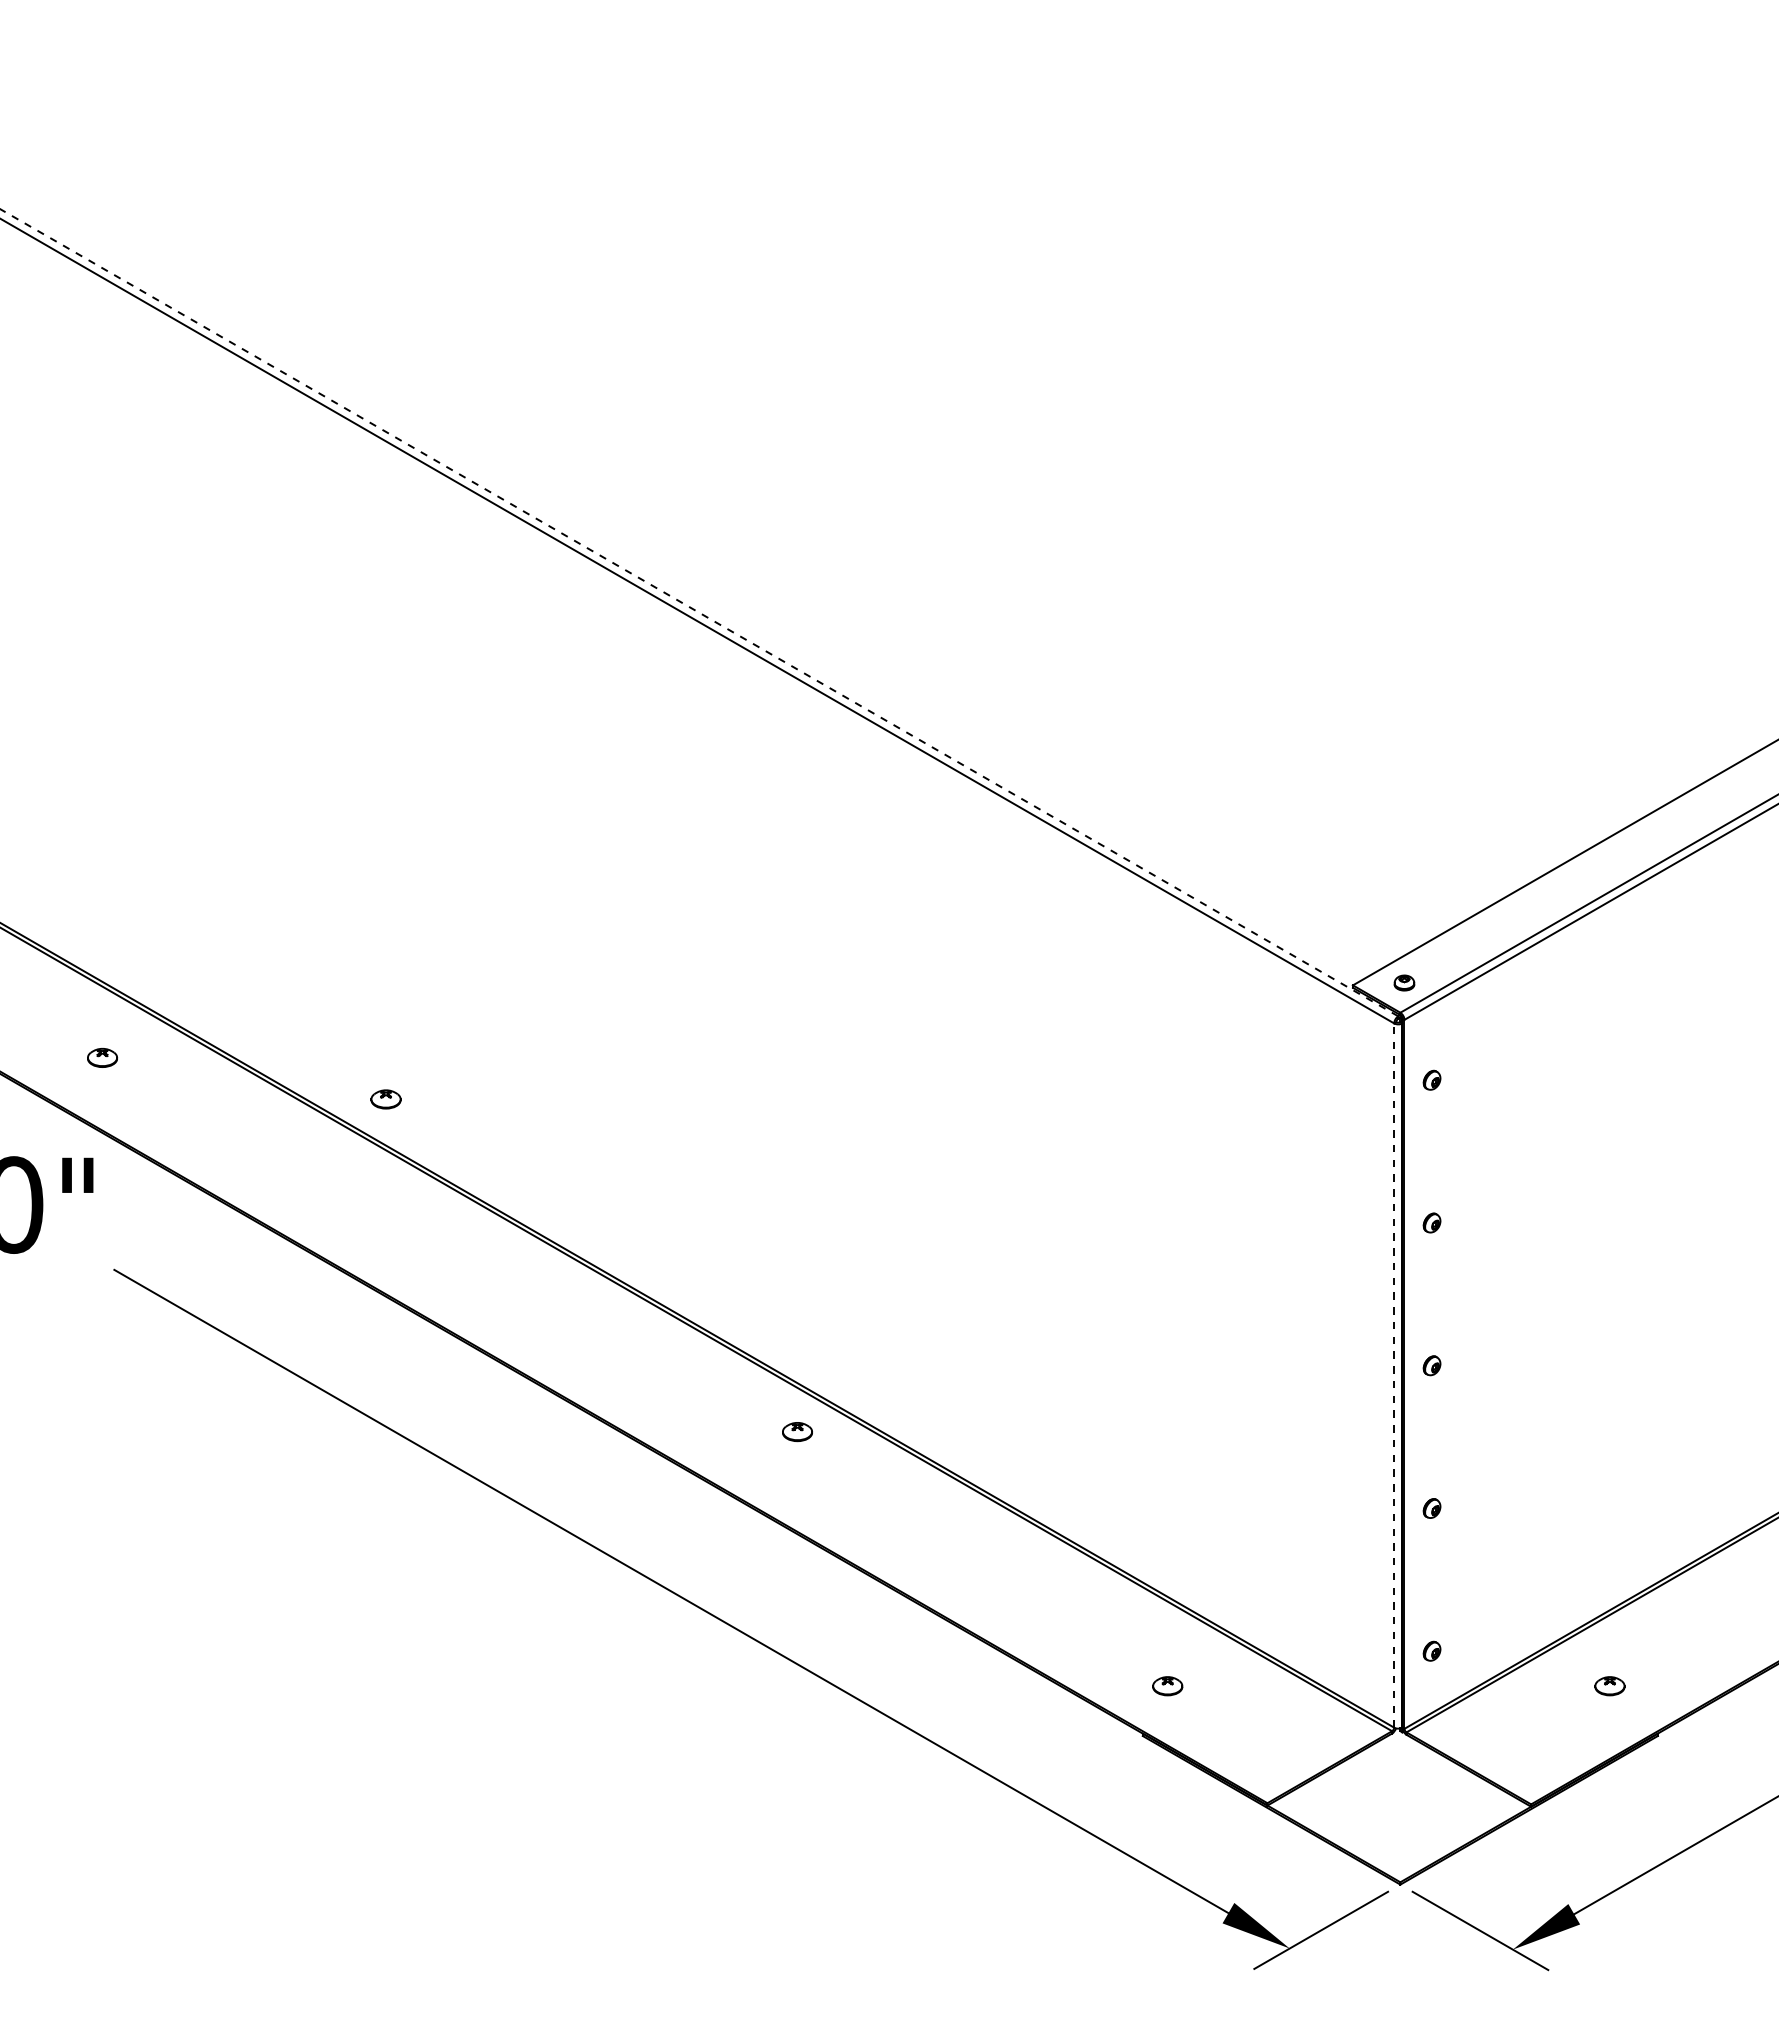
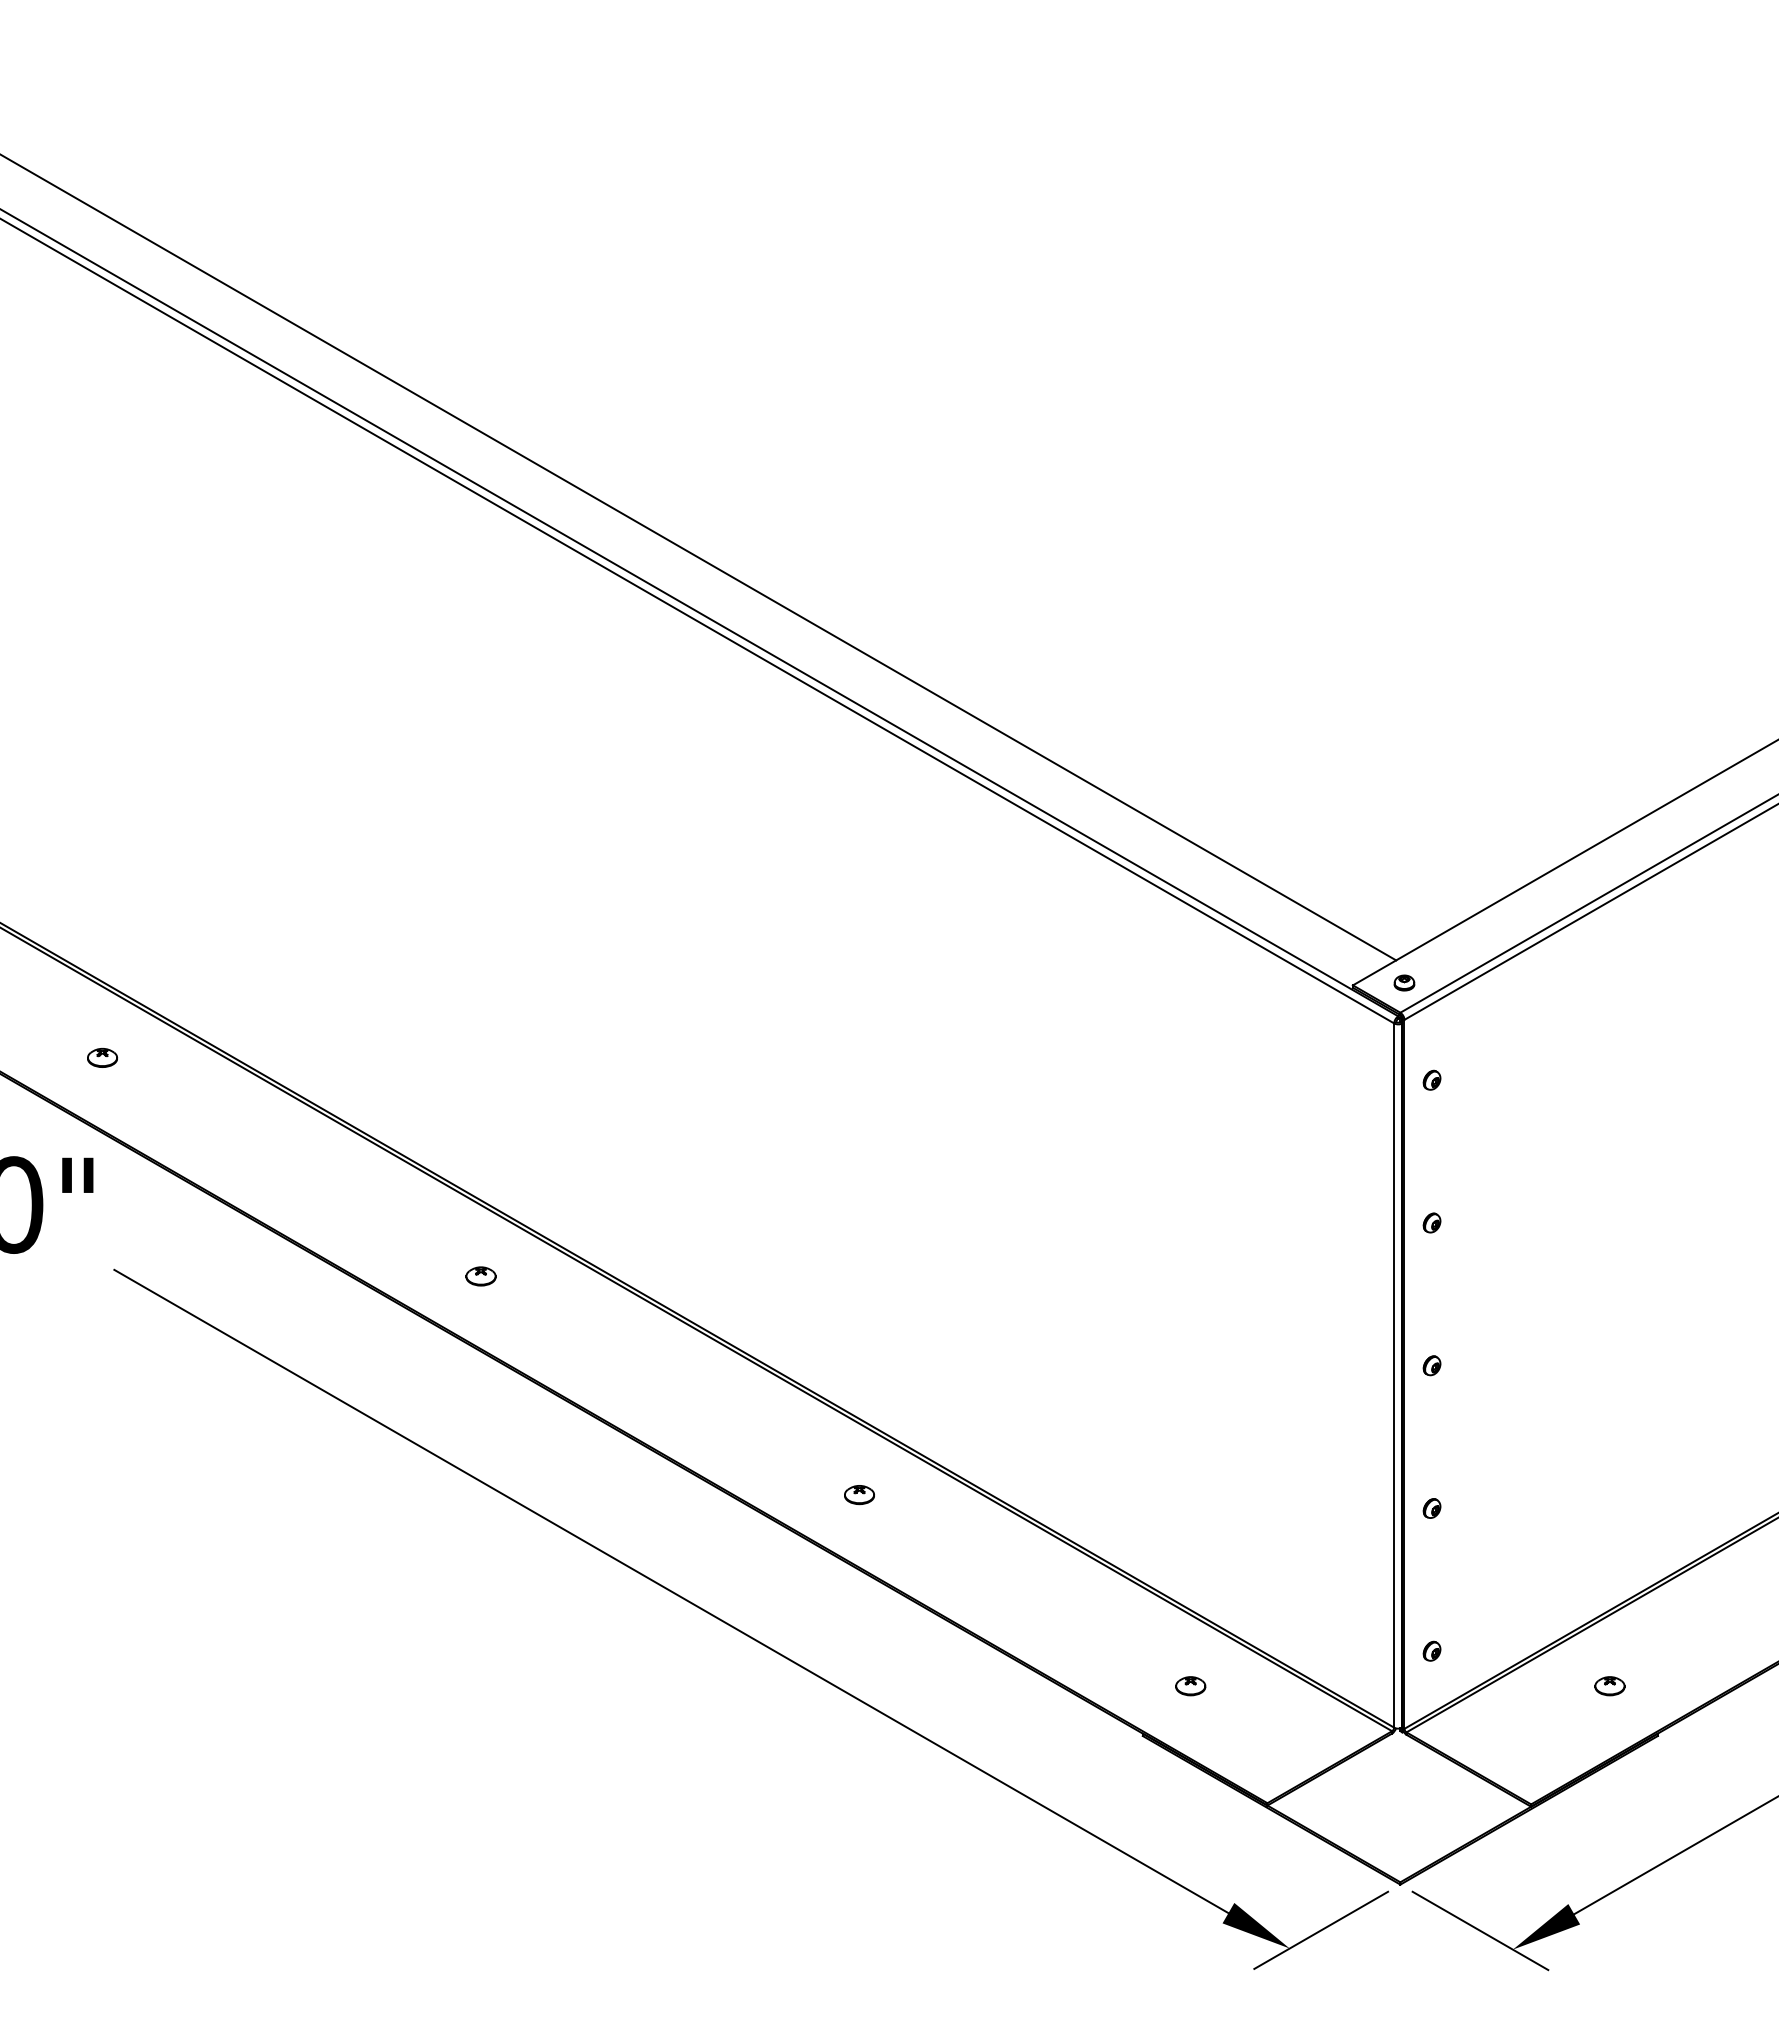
line at (699, 557): none -> present
line at (699, 612): dashed -> solid
part at (385, 1099) position: (385, 1099) -> (480, 1276)
line at (1394, 1375): dashed -> solid
part at (797, 1432) position: (797, 1432) -> (859, 1495)
part at (1167, 1686) position: (1167, 1686) -> (1190, 1686)
